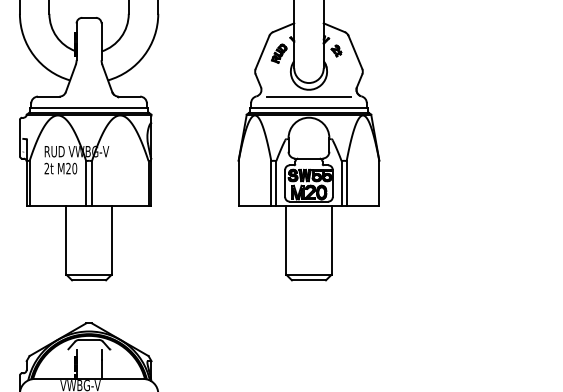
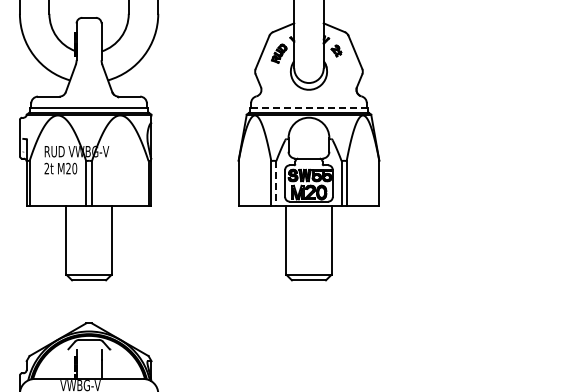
line at (308, 96): present -> none
line at (308, 107): solid -> dashed
line at (276, 183): solid -> dashed
